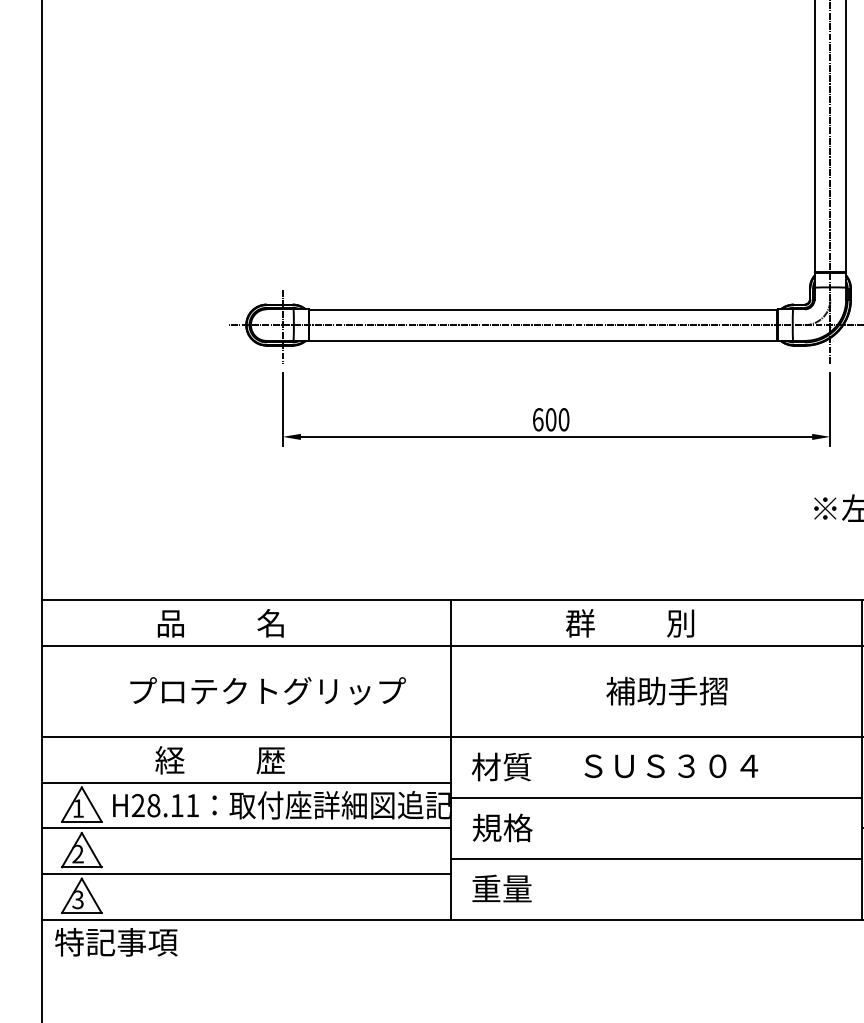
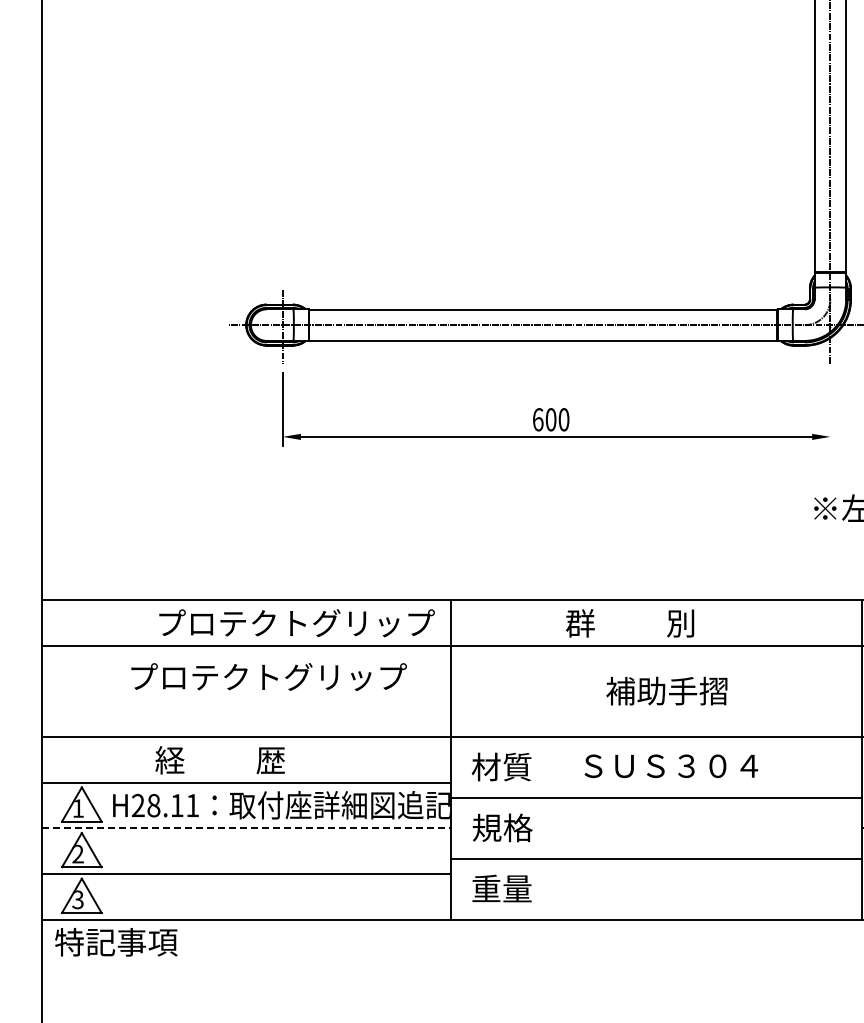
line at (830, 409): present -> none
text at (295, 623): 品          名 -> プロテクトグリップ
text at (267, 691) position: (267, 691) -> (268, 677)
line at (246, 828): solid -> dashed
